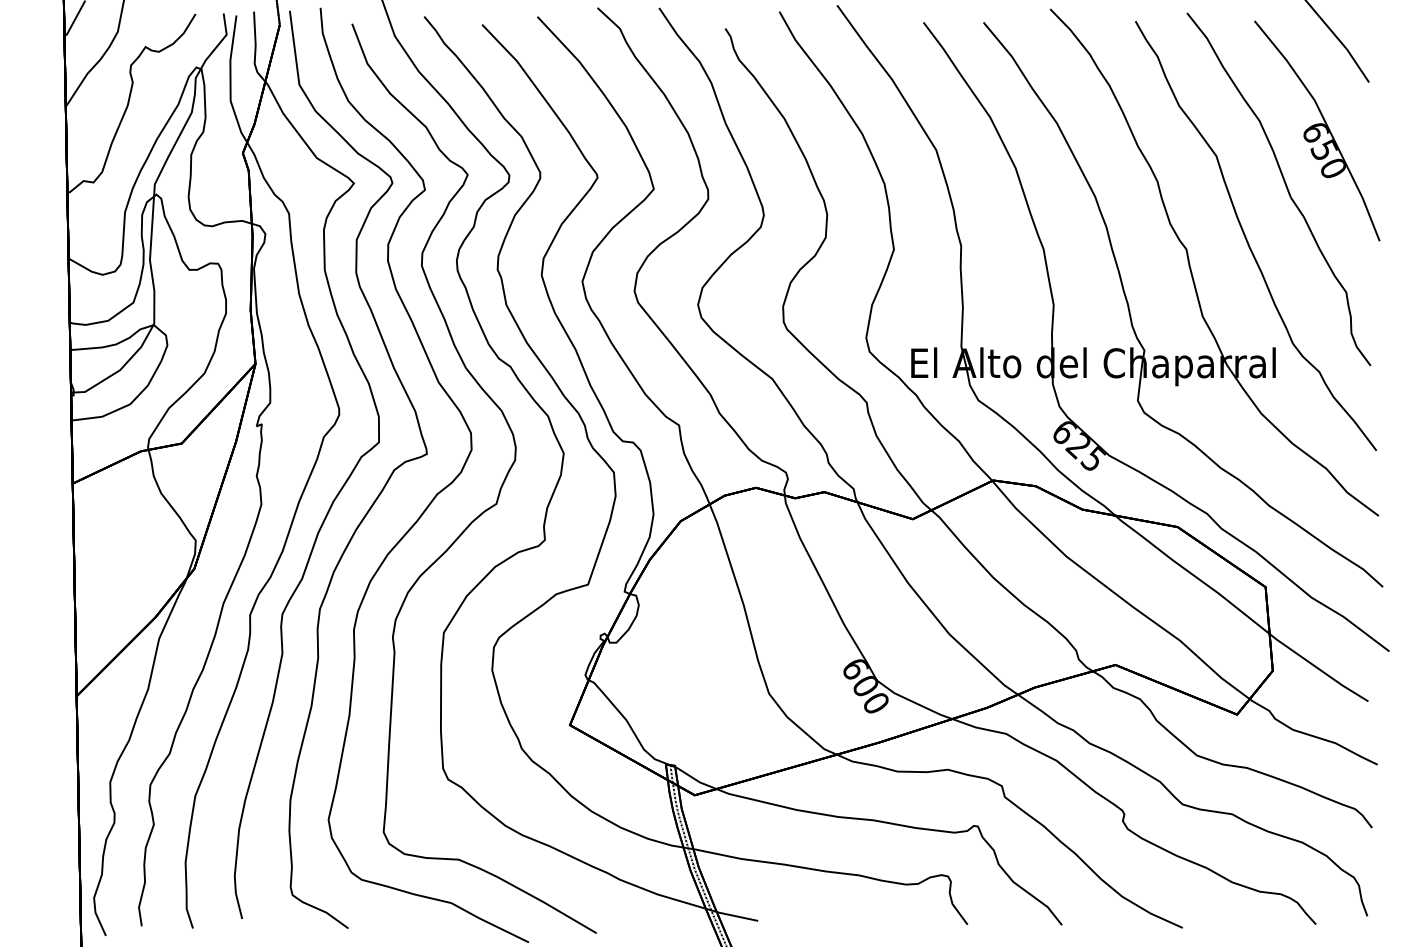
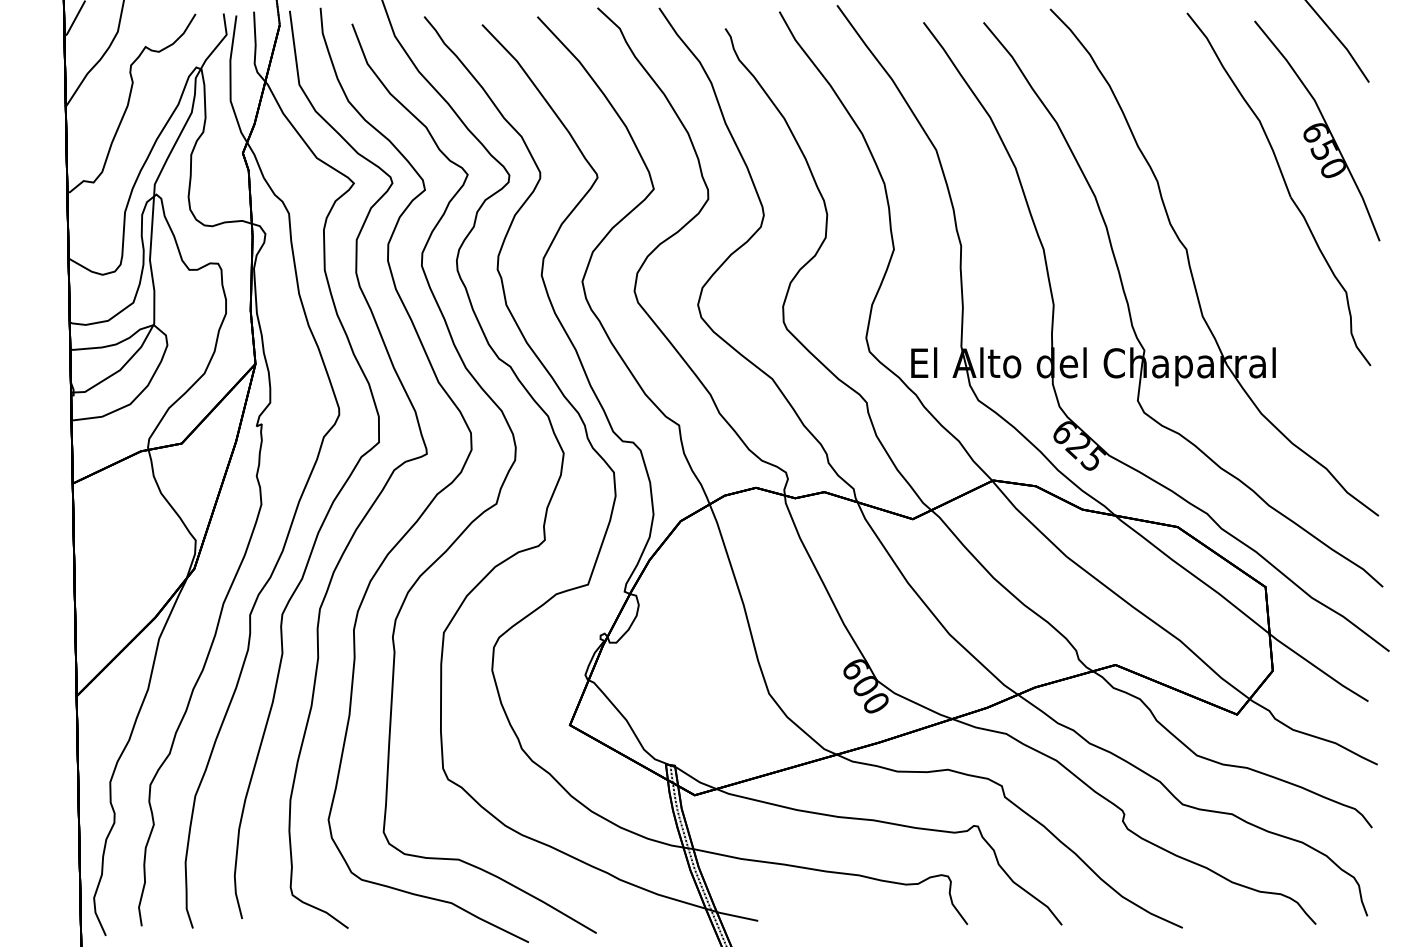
part at (1247, 239): present -> none
